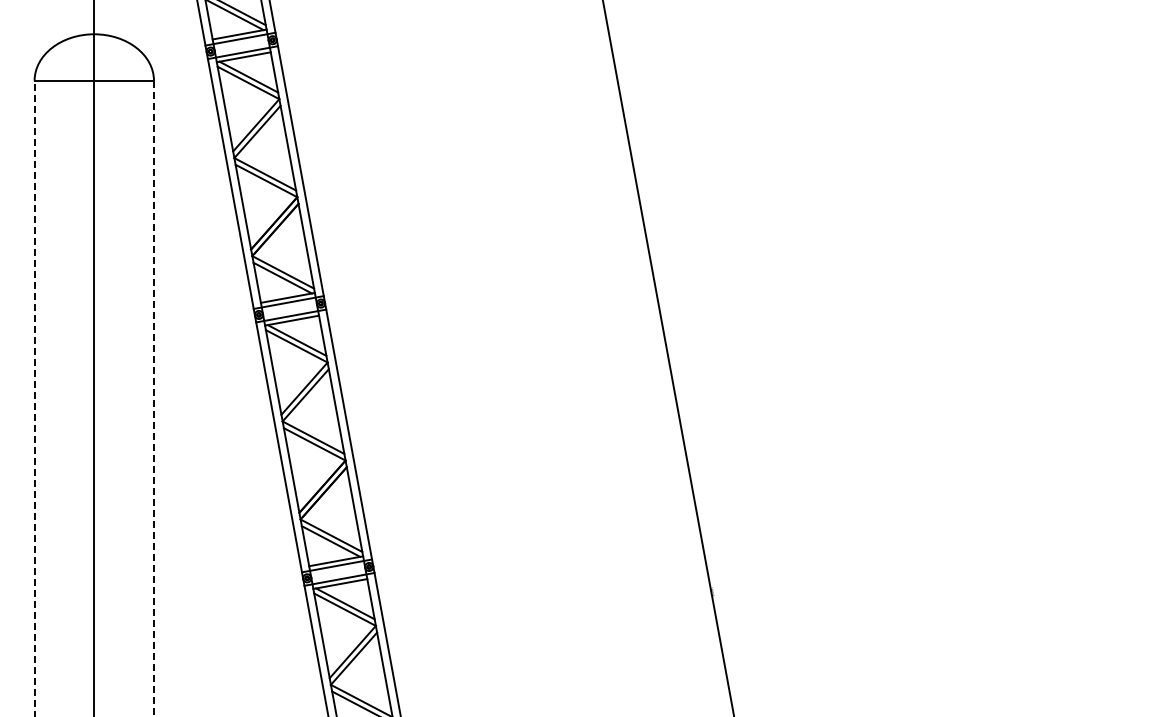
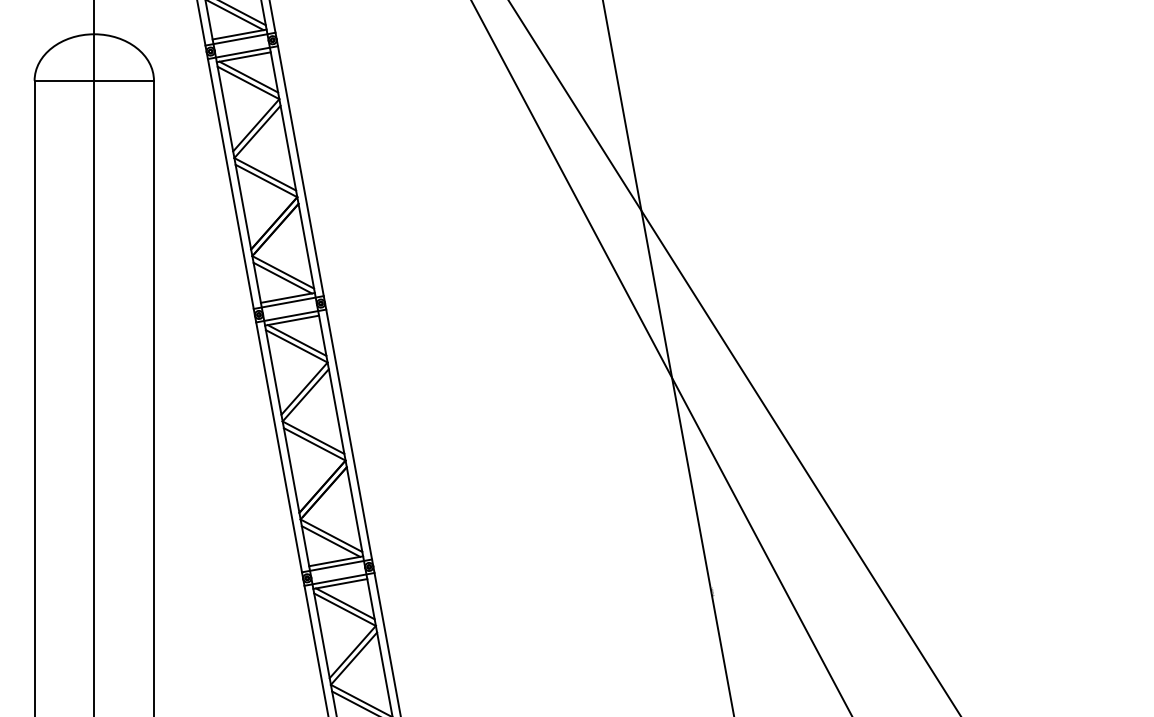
line at (661, 357): none -> present
line at (734, 357): none -> present
line at (34, 716): dashed -> solid
